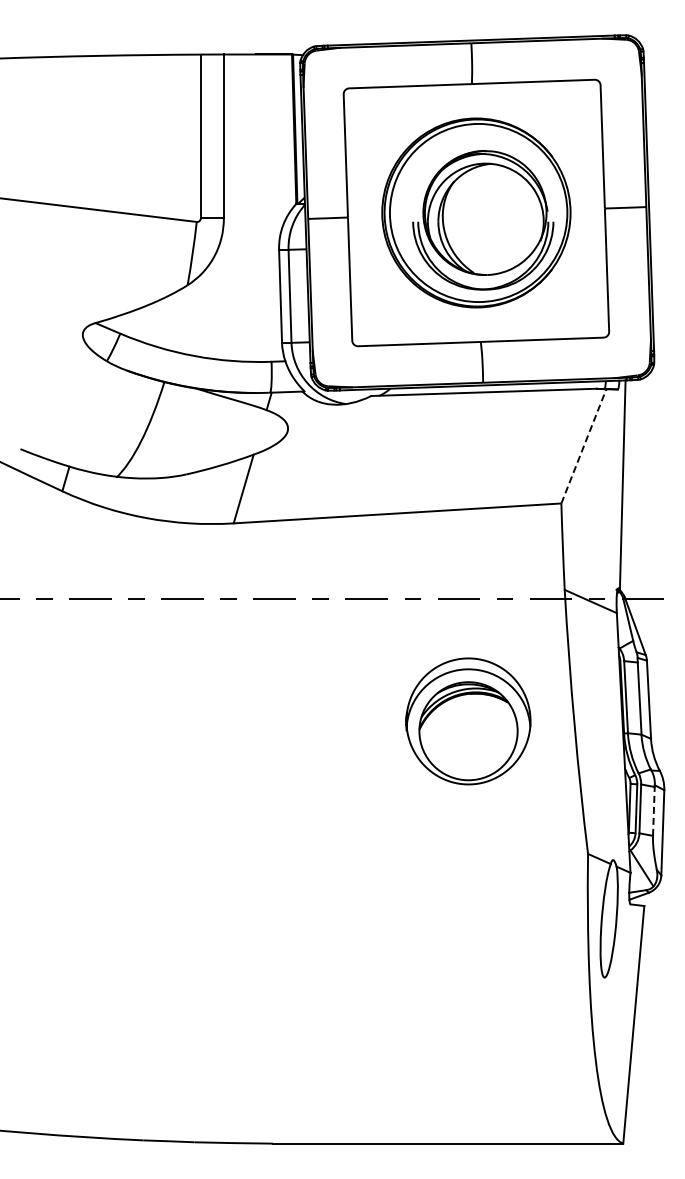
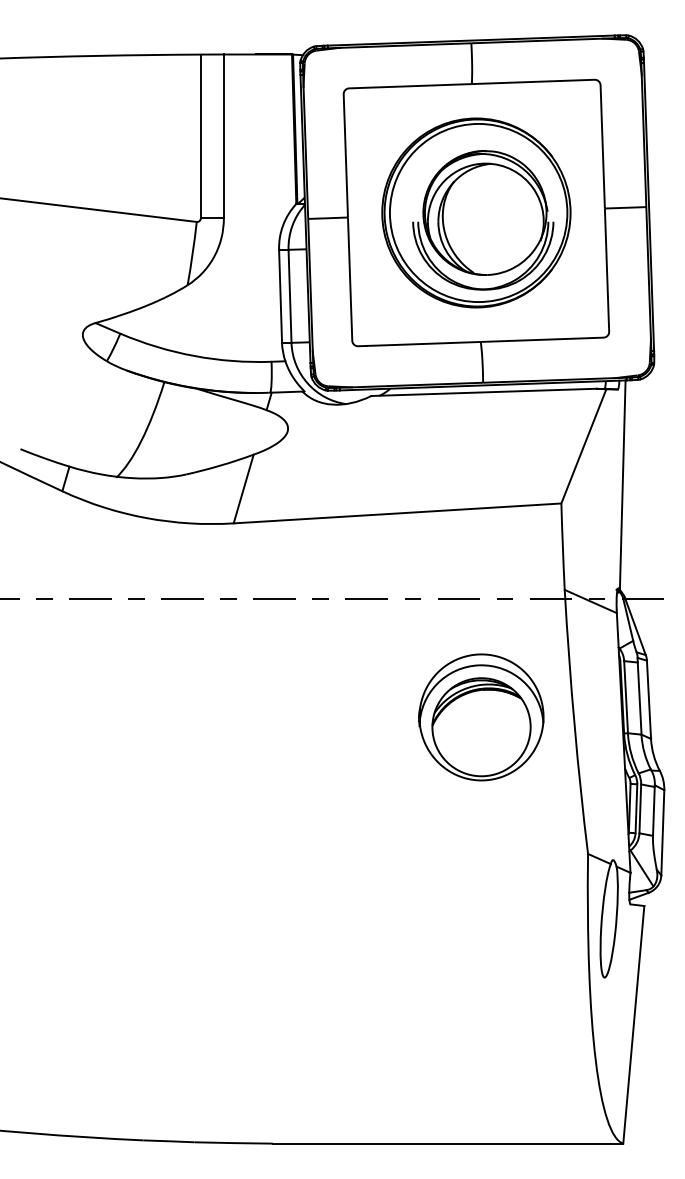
line at (584, 445): dashed -> solid
part at (468, 721) position: (468, 721) -> (481, 717)
line at (653, 810): dashed -> solid
